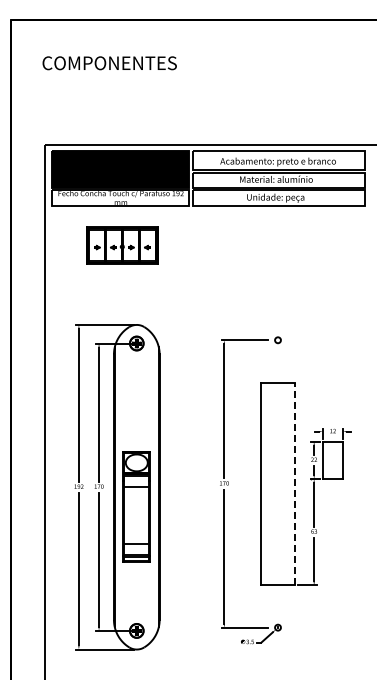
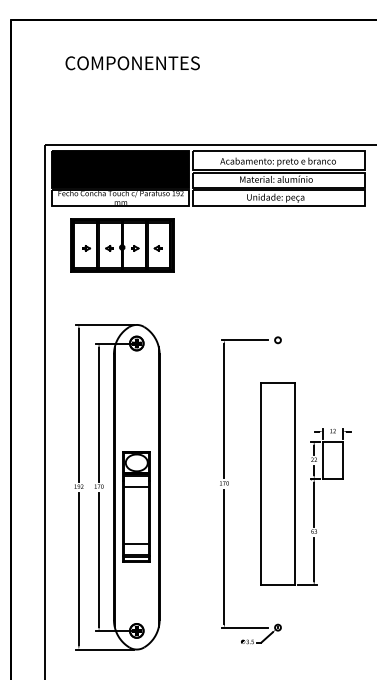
text at (109, 63) position: (109, 63) -> (132, 63)
part at (122, 245) size: 73x39 px -> 105x55 px
line at (294, 483): dashed -> solid
